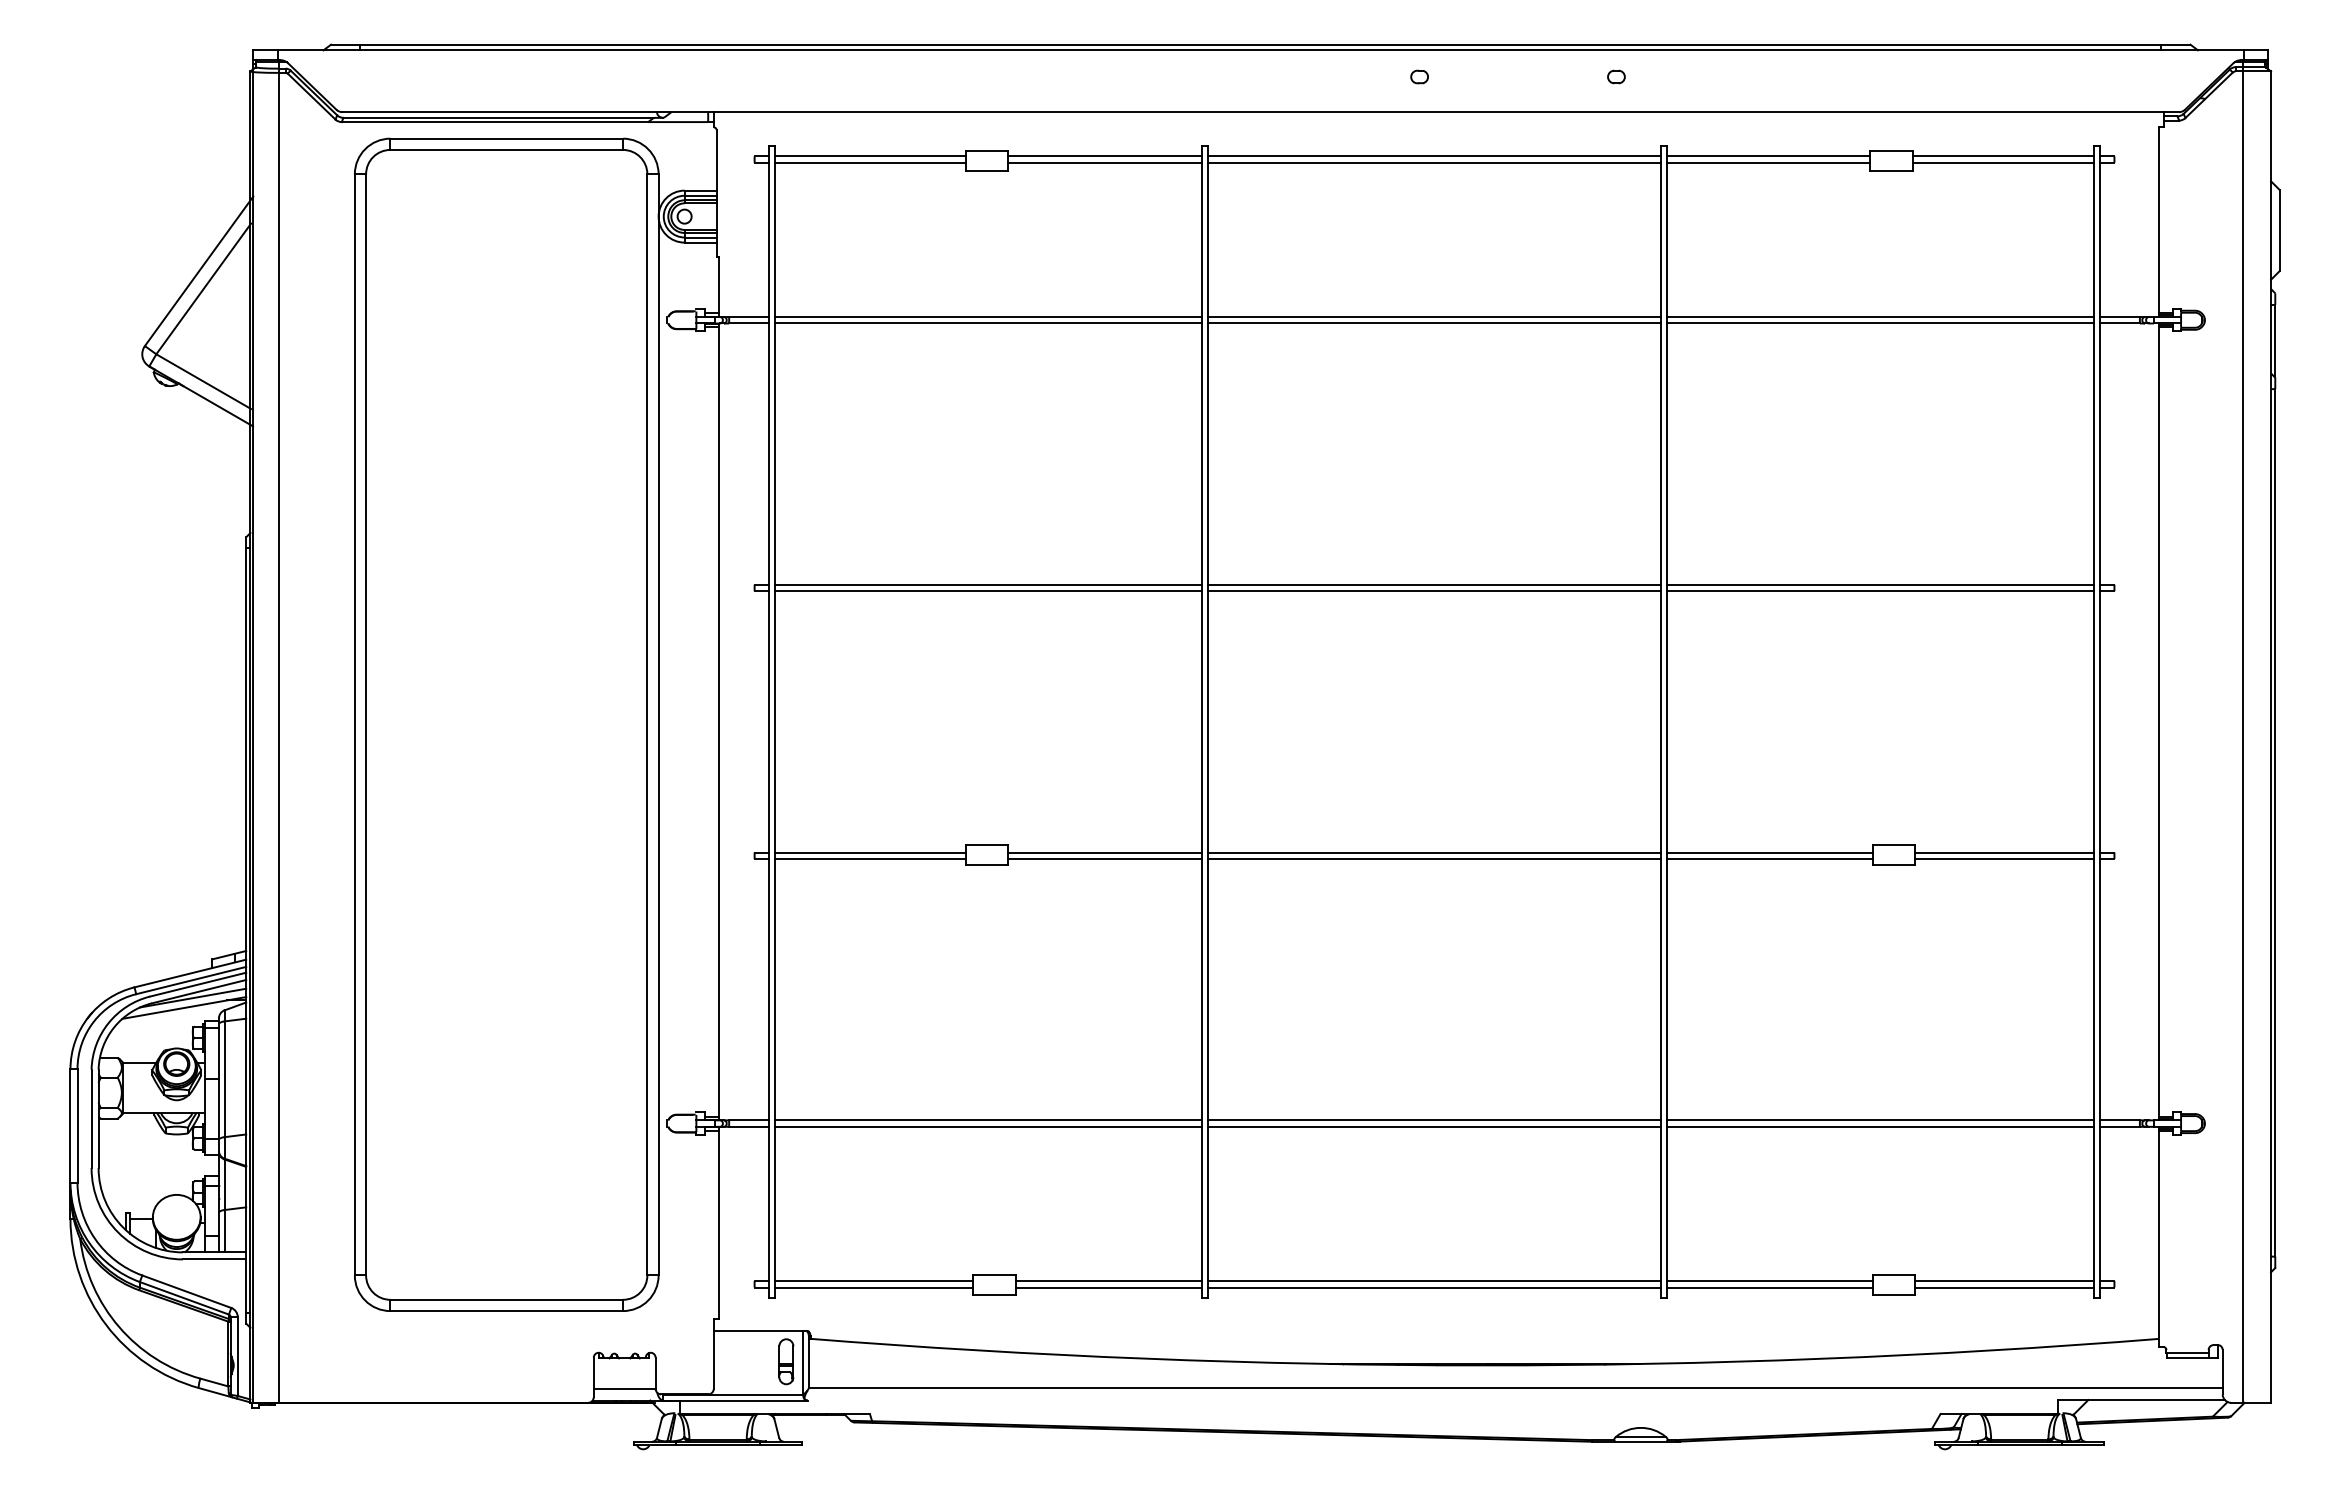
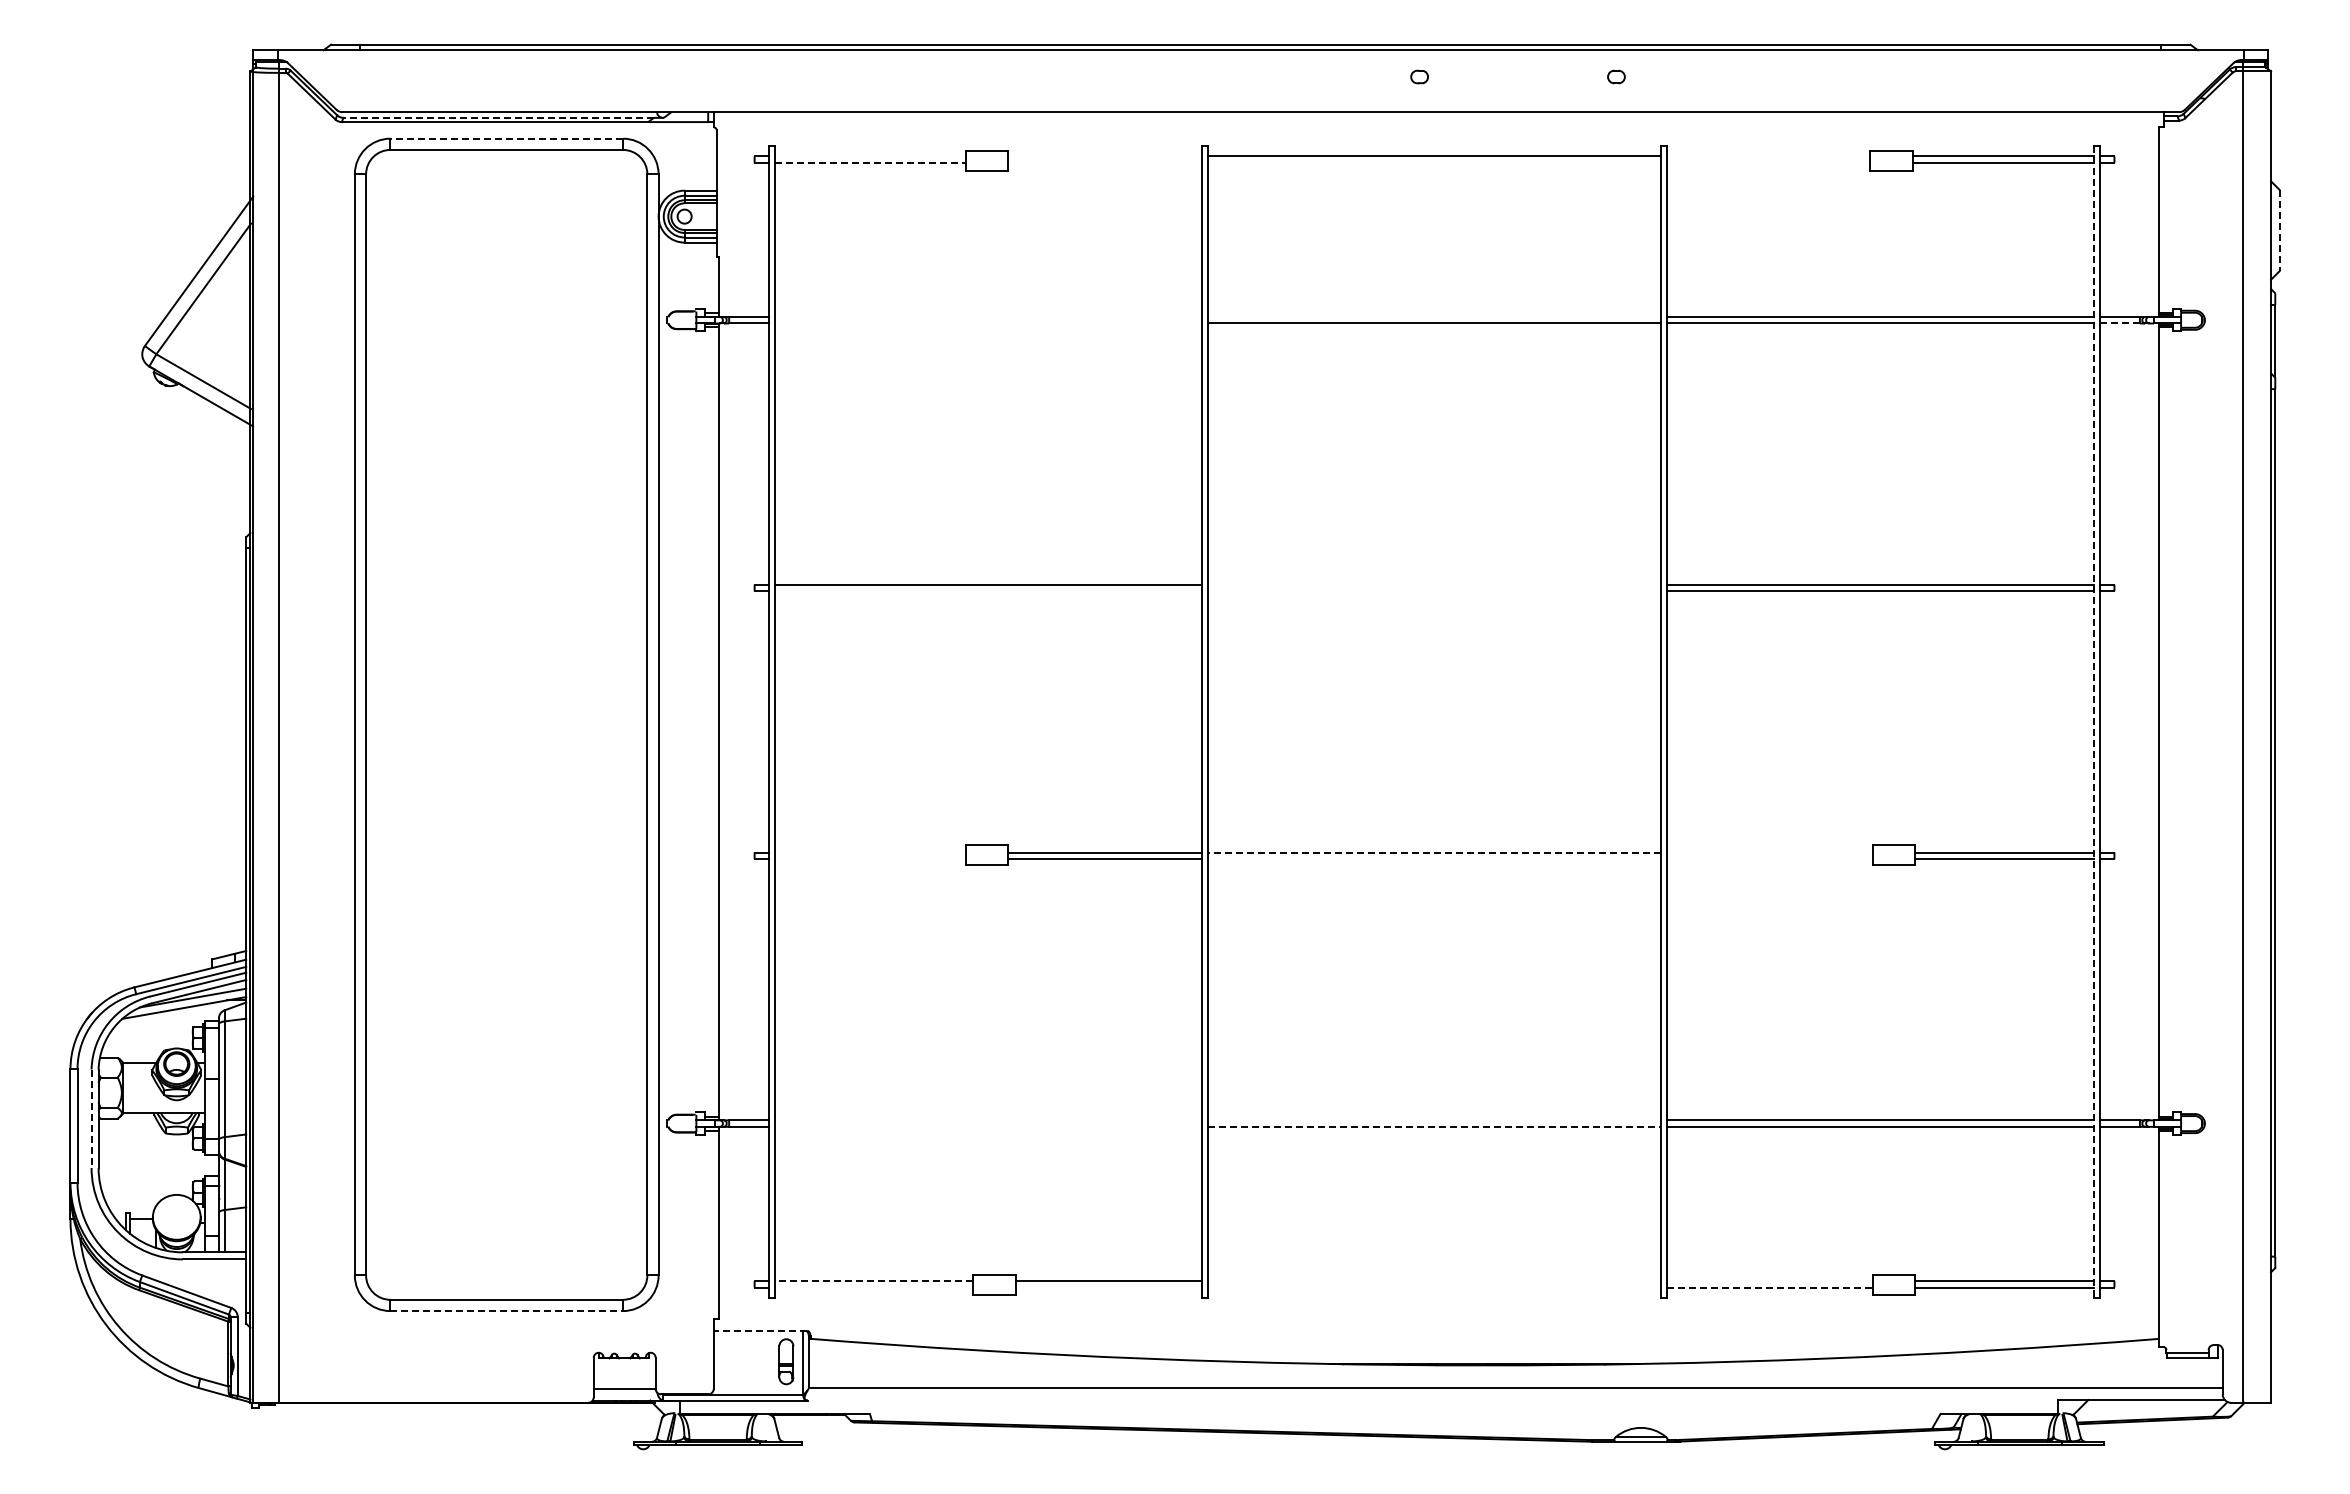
line at (498, 117): solid -> dashed
line at (506, 138): solid -> dashed
line at (870, 156): present -> none
line at (1104, 156): present -> none
line at (1768, 156): present -> none
line at (870, 162): solid -> dashed
line at (1104, 162): present -> none
line at (1434, 162): present -> none
line at (1768, 162): present -> none
line at (2279, 230): solid -> dashed
line at (988, 317): present -> none
line at (1434, 317): present -> none
line at (988, 323): present -> none
line at (2120, 323): solid -> dashed
line at (1434, 584): present -> none
line at (988, 591): present -> none
line at (1434, 591): present -> none
line at (2093, 722): solid -> dashed
line at (870, 852): present -> none
line at (1434, 852): solid -> dashed
line at (1769, 852): present -> none
line at (870, 859): present -> none
line at (1434, 859): present -> none
line at (1769, 859): present -> none
line at (91, 1119): solid -> dashed
line at (988, 1120): present -> none
line at (1434, 1120): present -> none
line at (988, 1126): present -> none
line at (1435, 1126): solid -> dashed
line at (873, 1281): solid -> dashed
line at (1434, 1281): present -> none
line at (1769, 1281): present -> none
line at (874, 1287): present -> none
line at (1108, 1287): present -> none
line at (1434, 1287): present -> none
line at (1770, 1287): solid -> dashed
line at (507, 1311): solid -> dashed
line at (760, 1330): solid -> dashed
